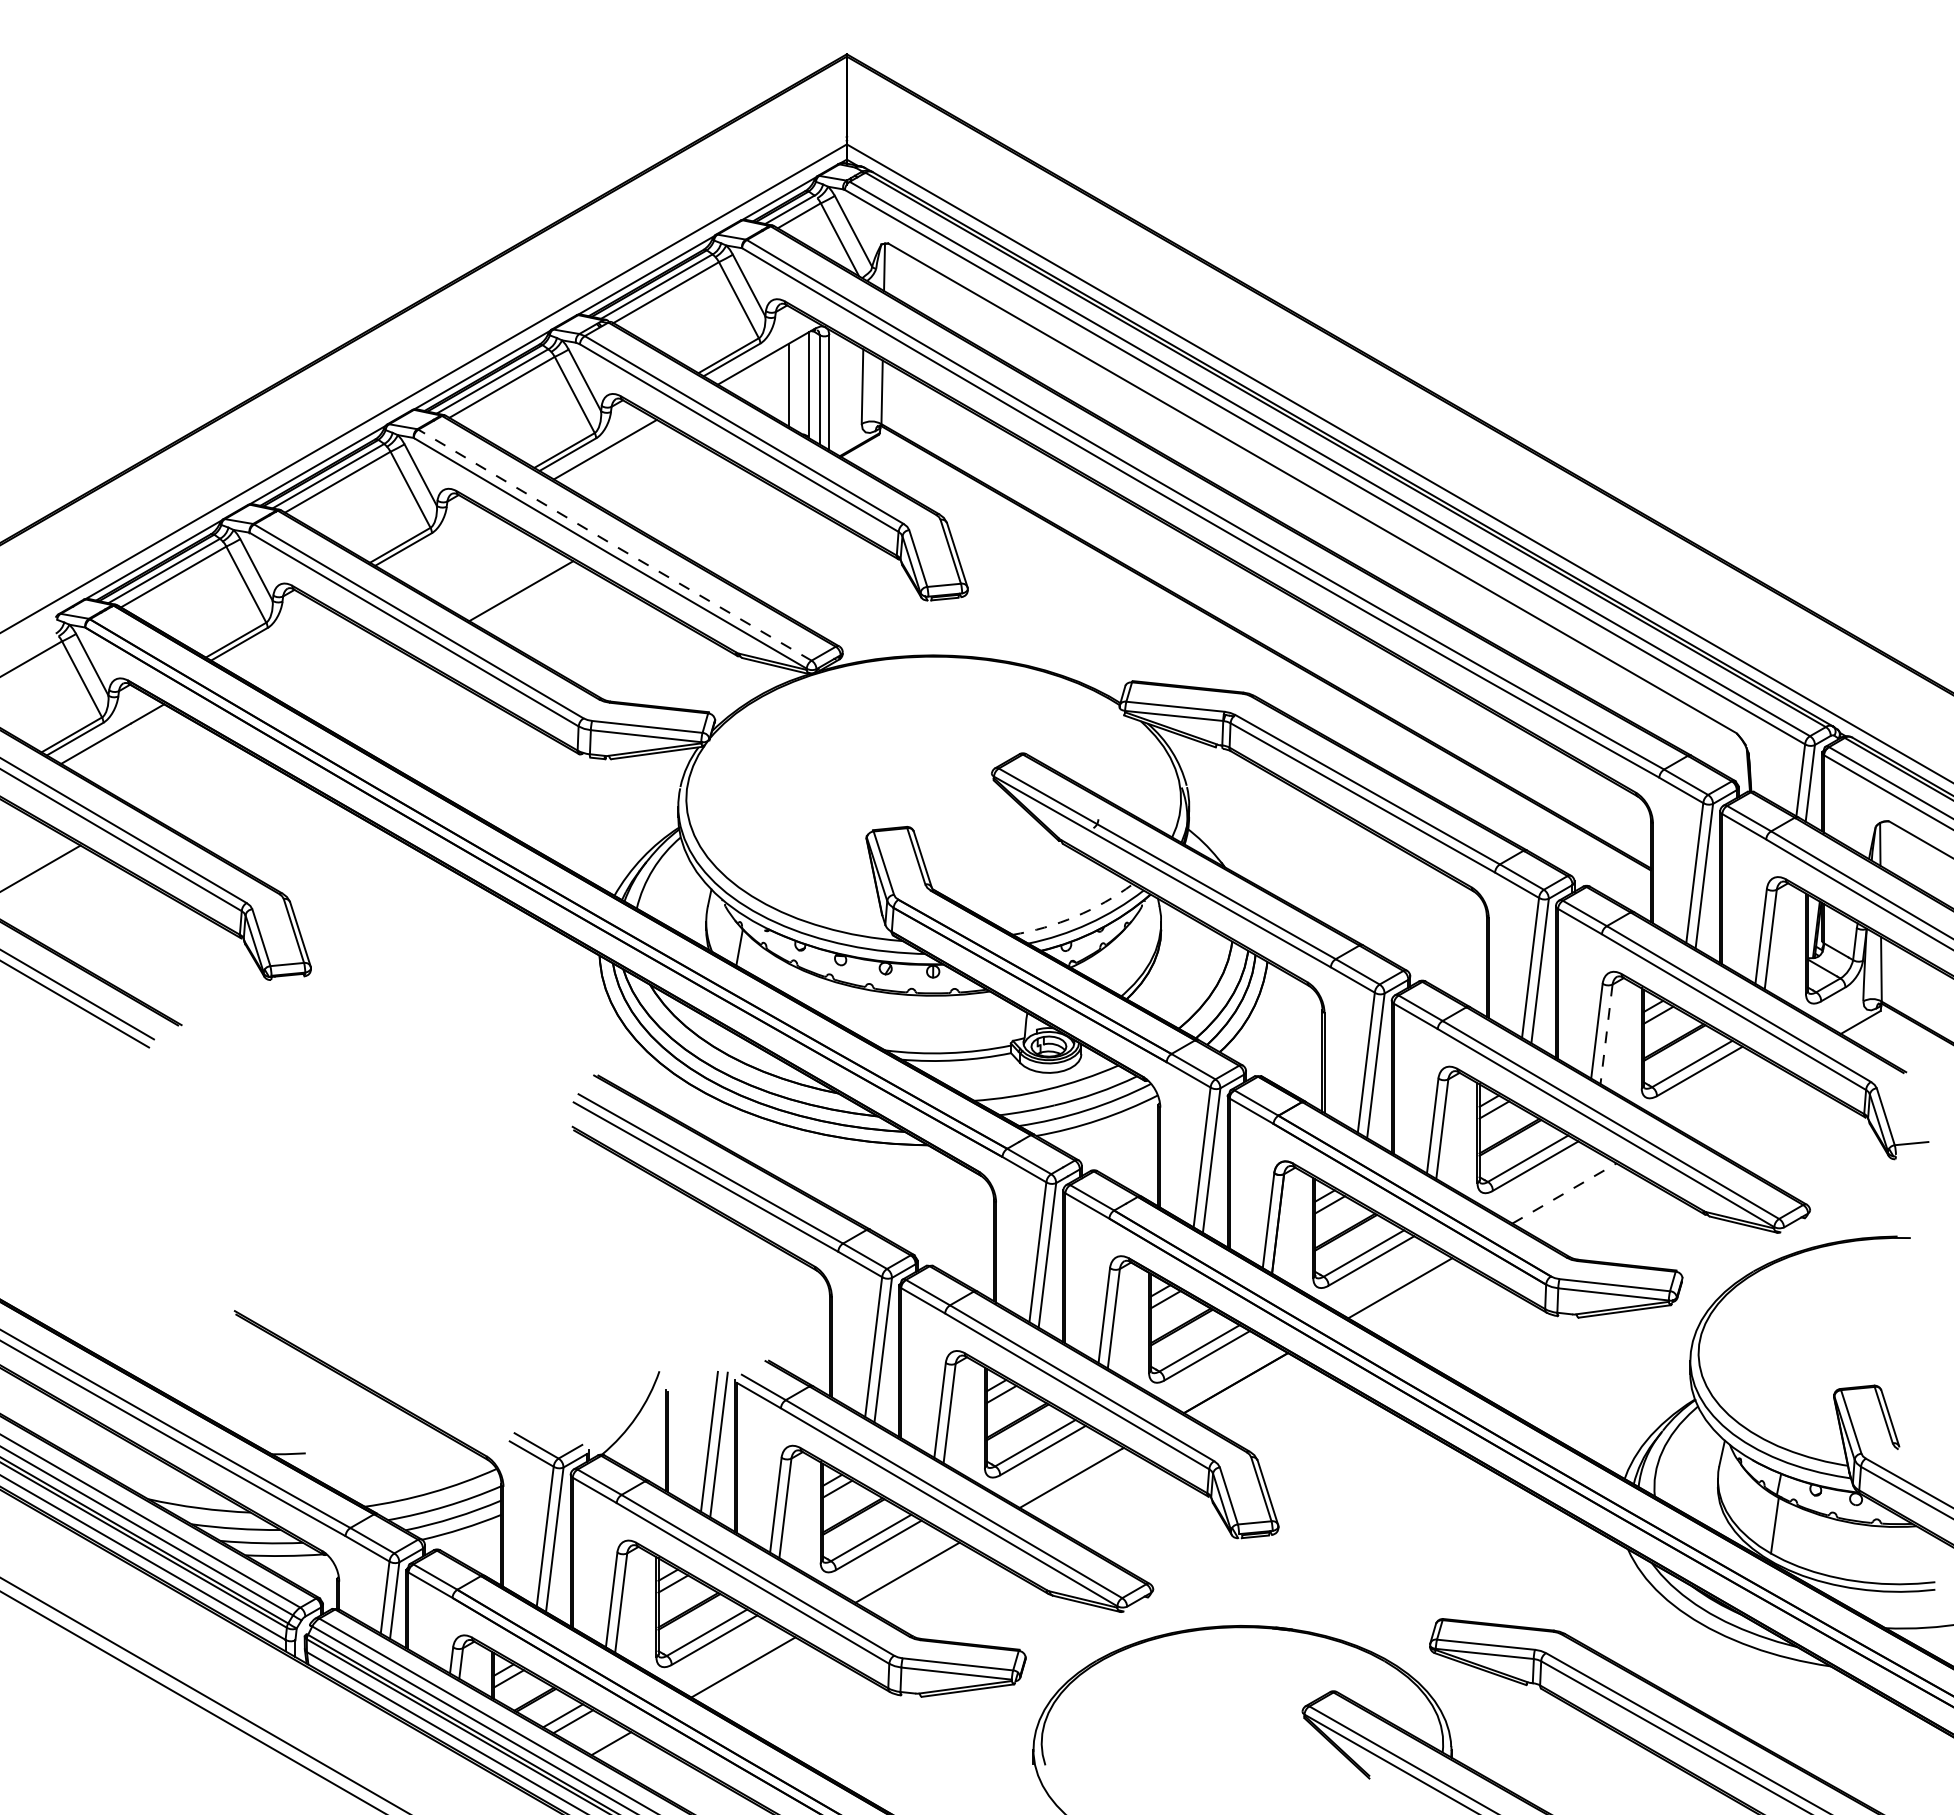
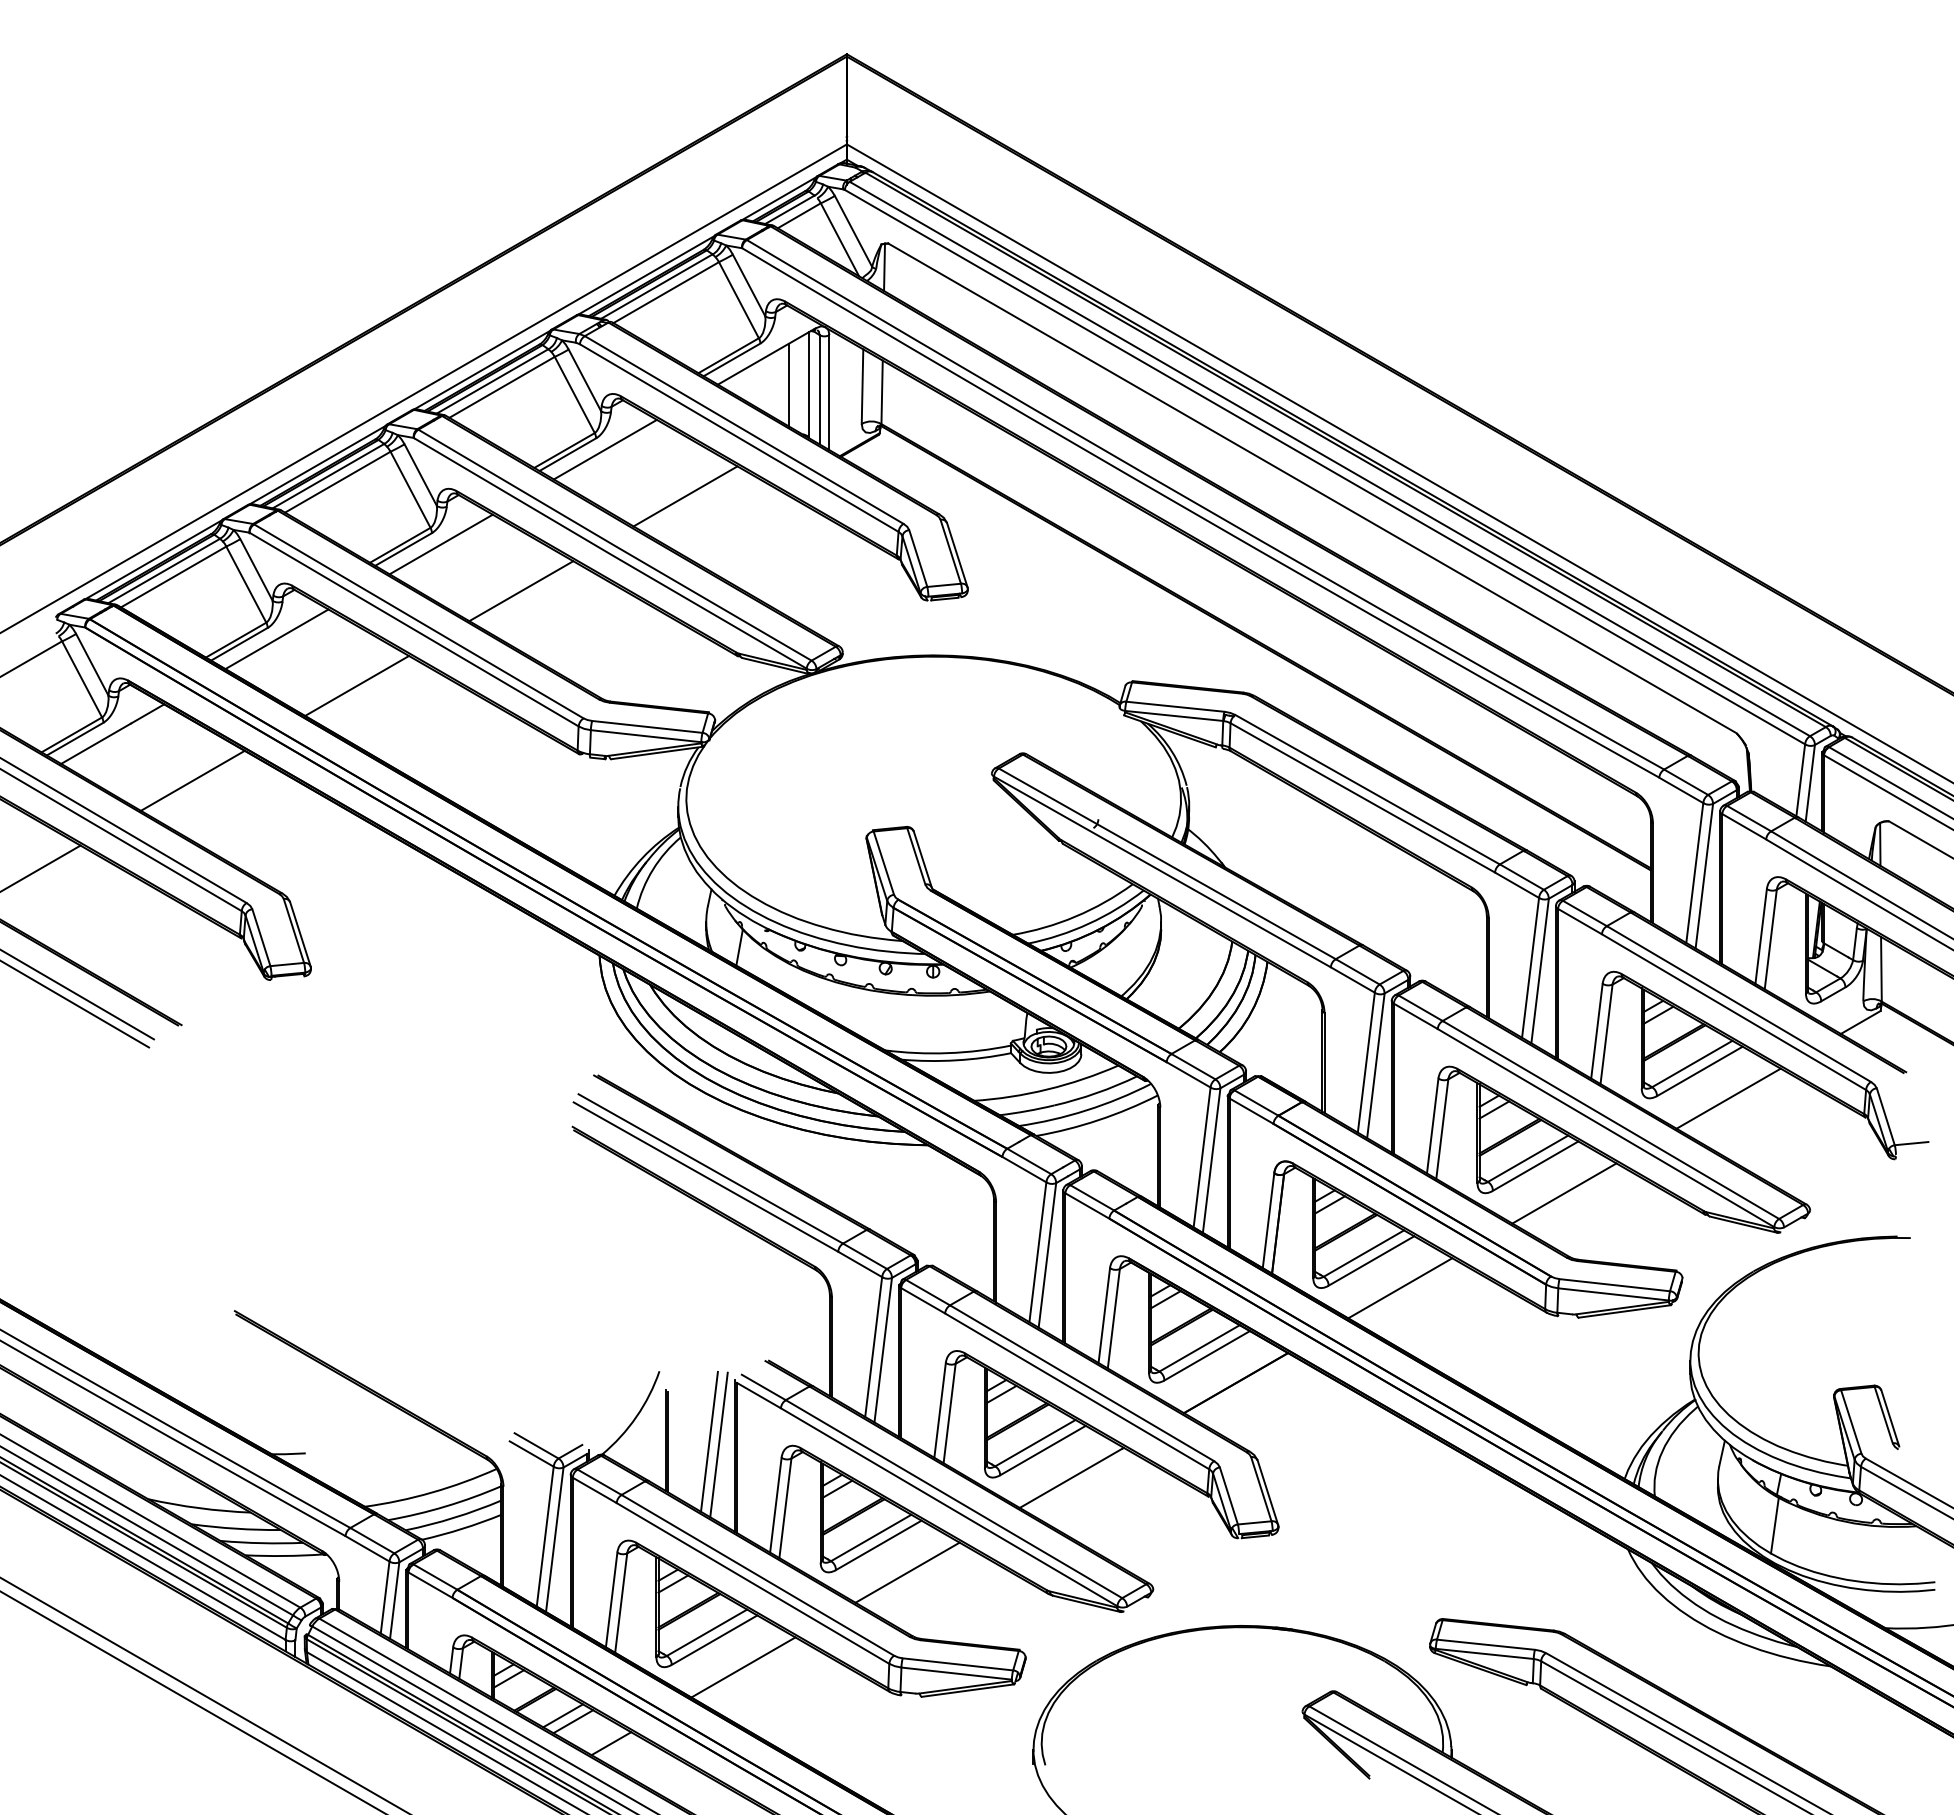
line at (685, 496): none -> present
line at (440, 544): none -> present
line at (615, 546): dashed -> solid
line at (276, 639): none -> present
line at (357, 685): none -> present
line at (192, 780): none -> present
arc at (1075, 916): dashed -> solid
line at (1606, 1034): dashed -> solid
line at (1728, 1098): none -> present
line at (1564, 1193): dashed -> solid
